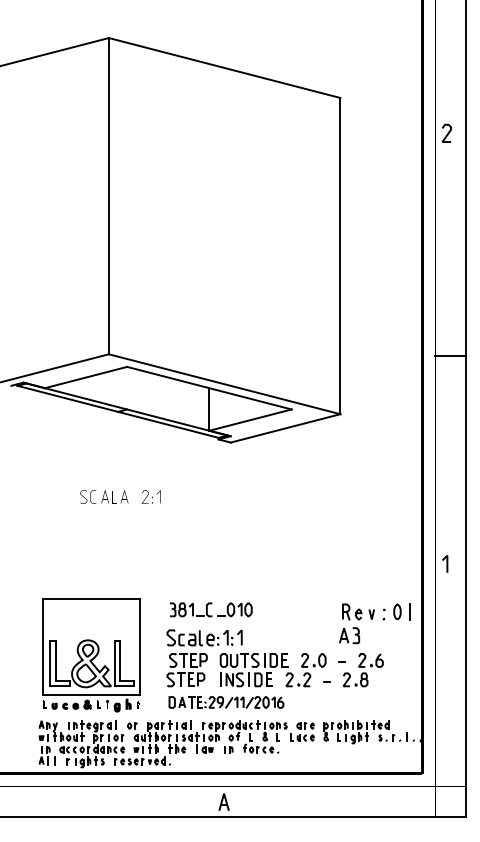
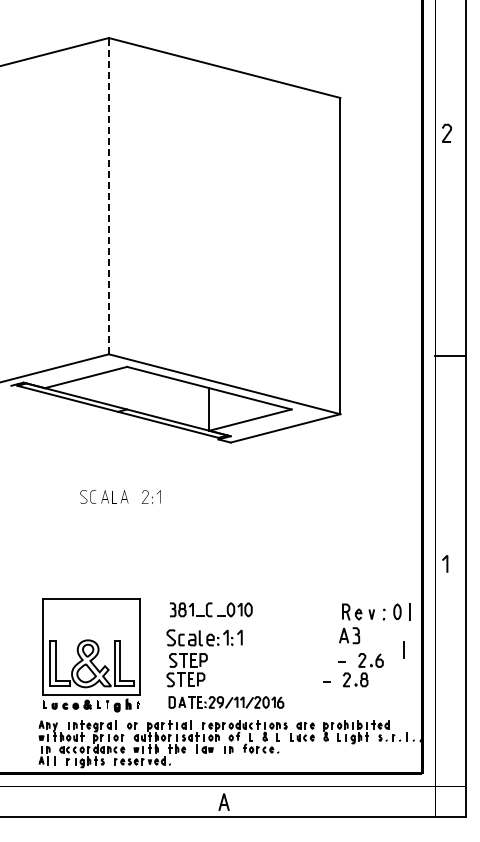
line at (108, 195): solid -> dashed
line at (403, 649): none -> present
part at (272, 670): present -> none
